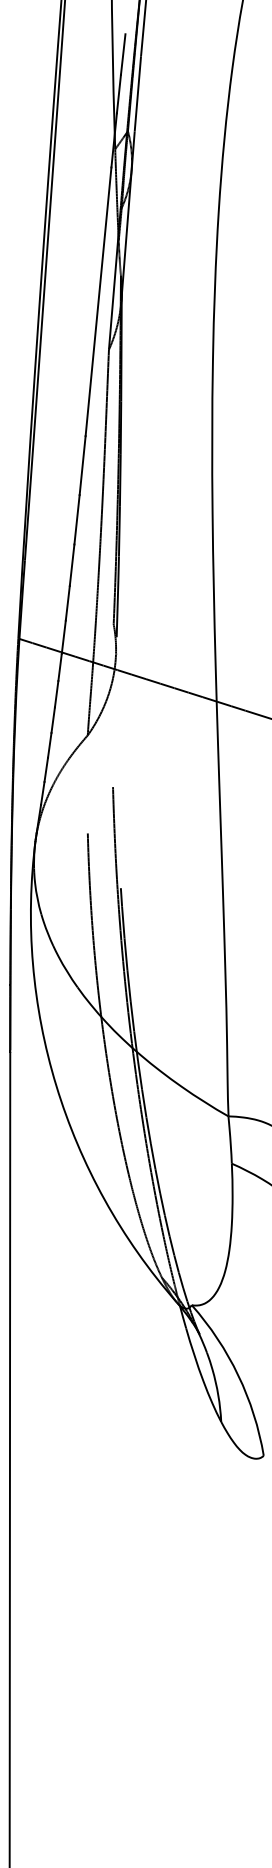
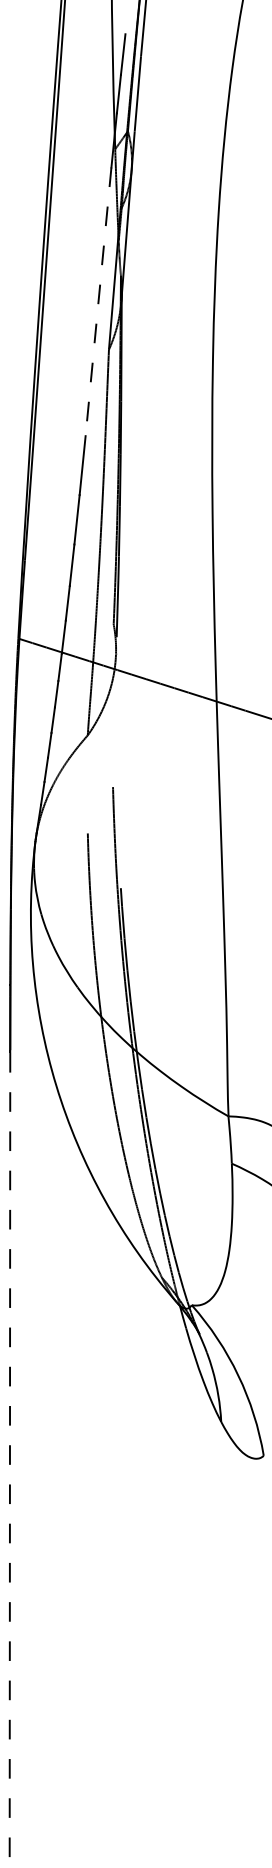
line at (98, 301): solid -> dashed
line at (9, 1460): solid -> dashed
